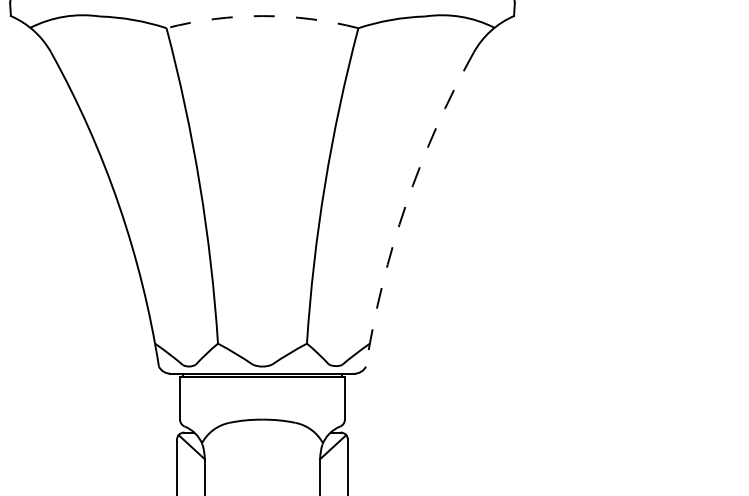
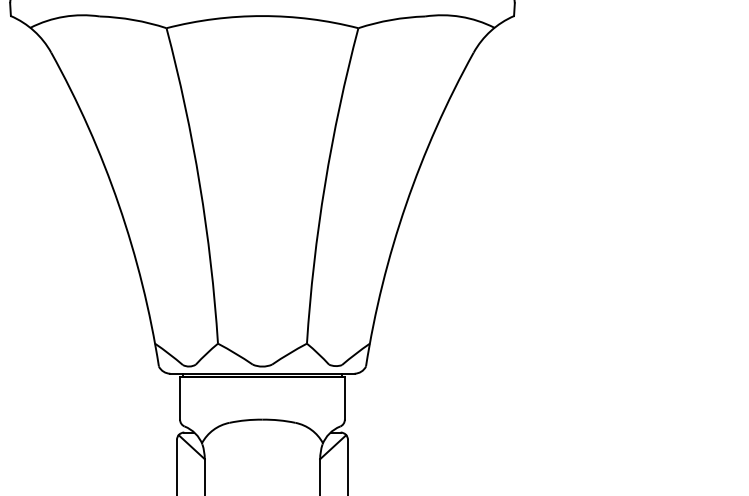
arc at (262, 16): dashed -> solid
arc at (406, 204): dashed -> solid
